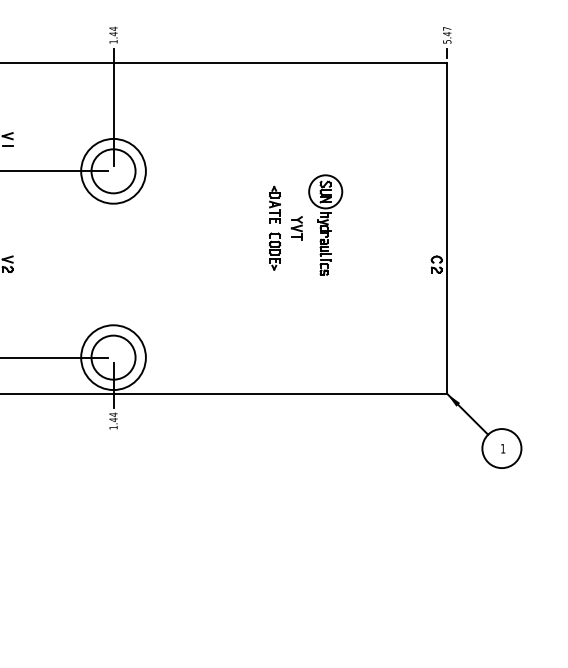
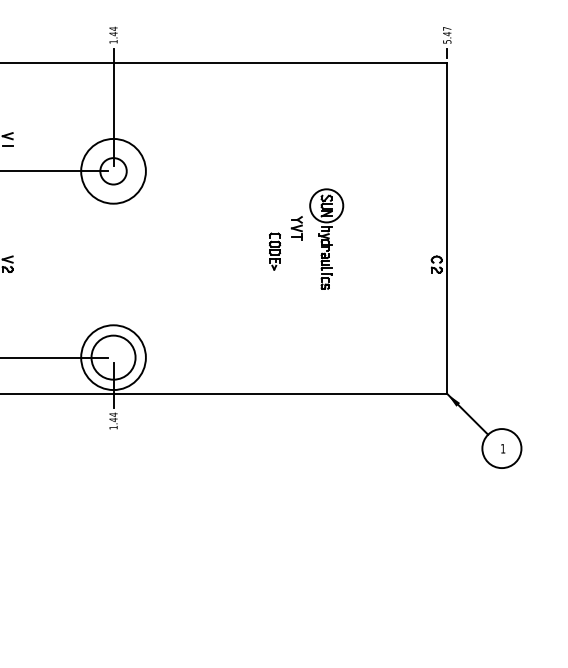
circle at (113, 171) diameter: 44 px -> 26 px
part at (275, 204): present -> none
part at (325, 224) position: (325, 224) -> (326, 238)
